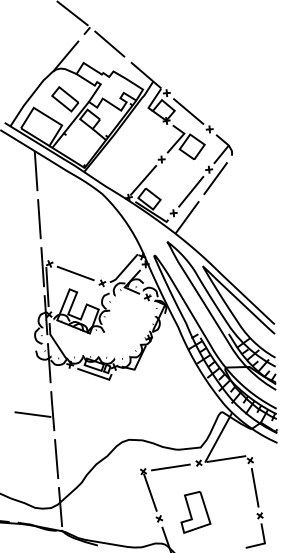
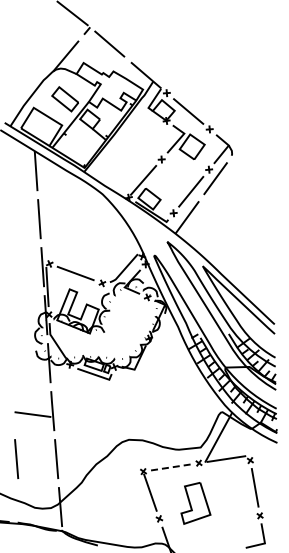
line at (16, 458): none -> present
line at (171, 467): solid -> dashed
part at (195, 512) position: (195, 512) -> (195, 503)
